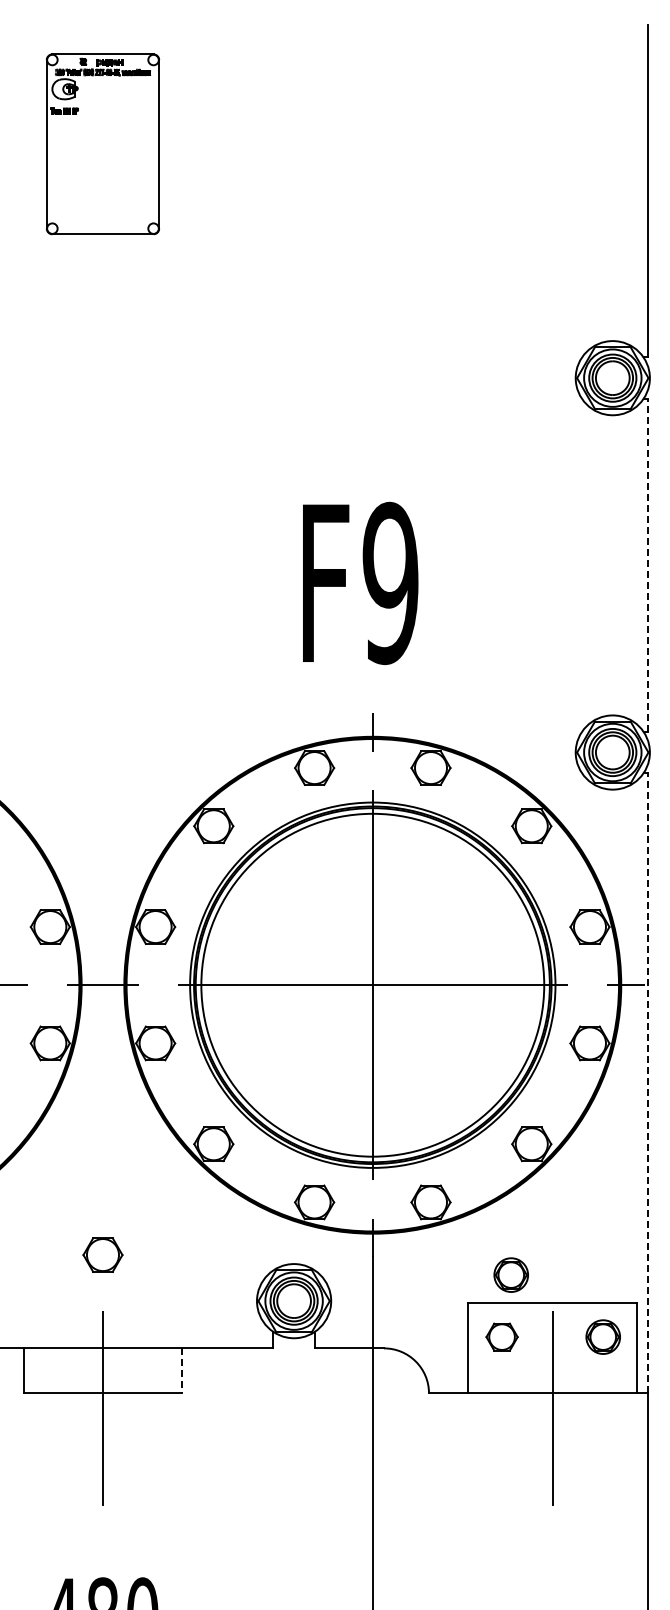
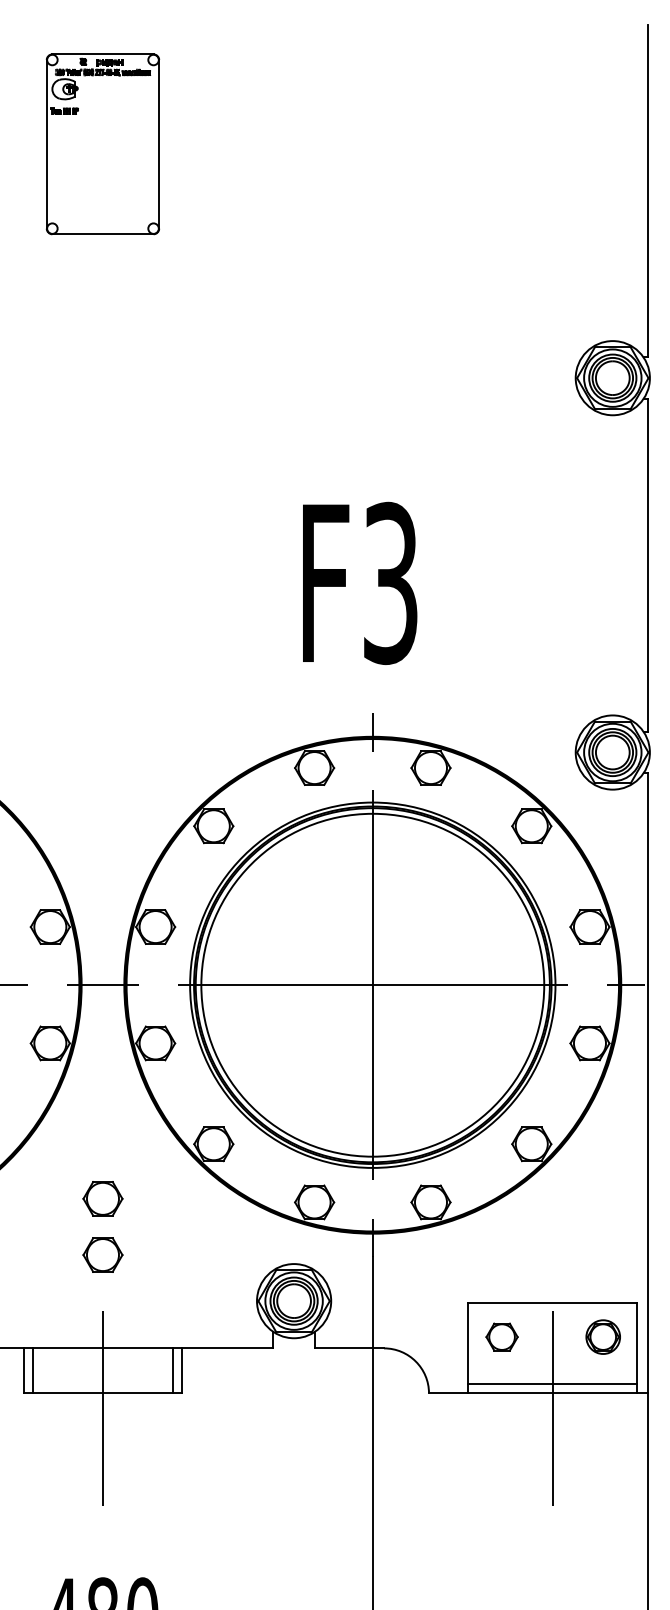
line at (648, 564): dashed -> solid
text at (390, 582): F9 -> F3
line at (648, 1082): dashed -> solid
part at (102, 1198): none -> present
part at (510, 1274): present -> none
line at (33, 1370): none -> present
line at (172, 1370): none -> present
line at (181, 1371): dashed -> solid
line at (552, 1384): none -> present
